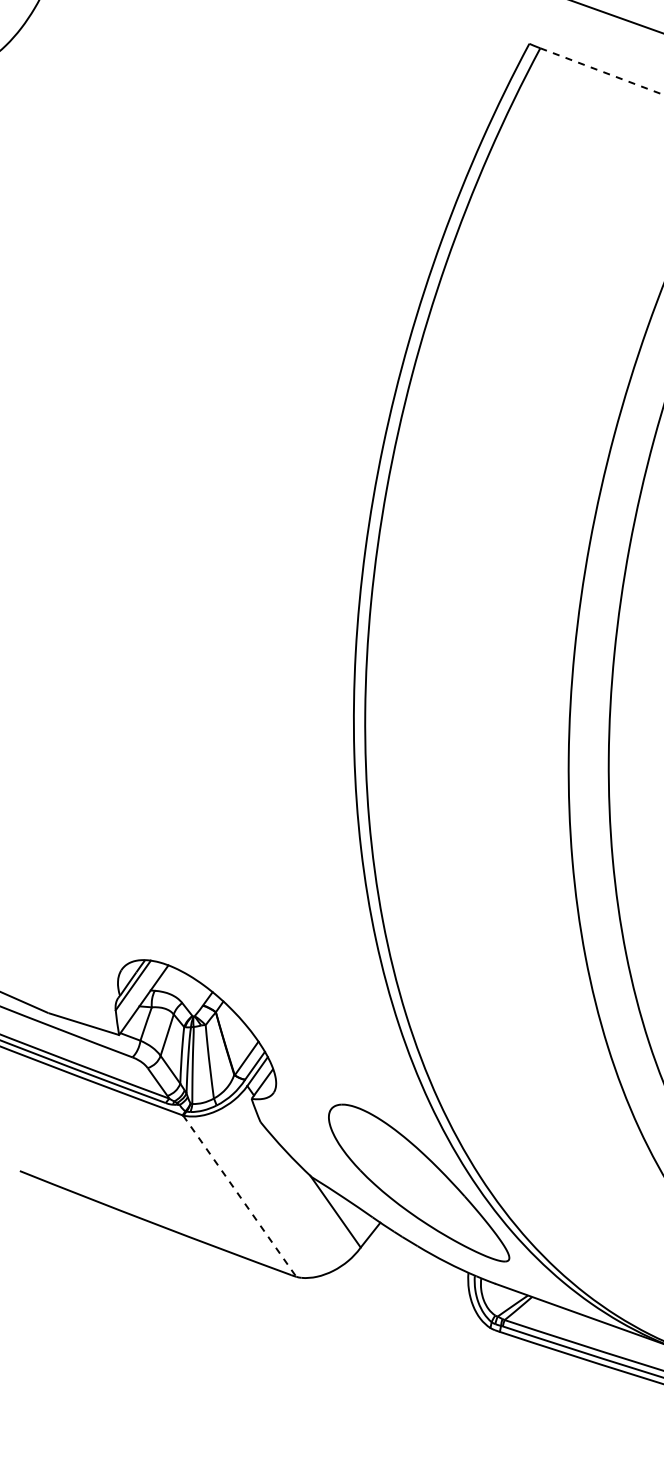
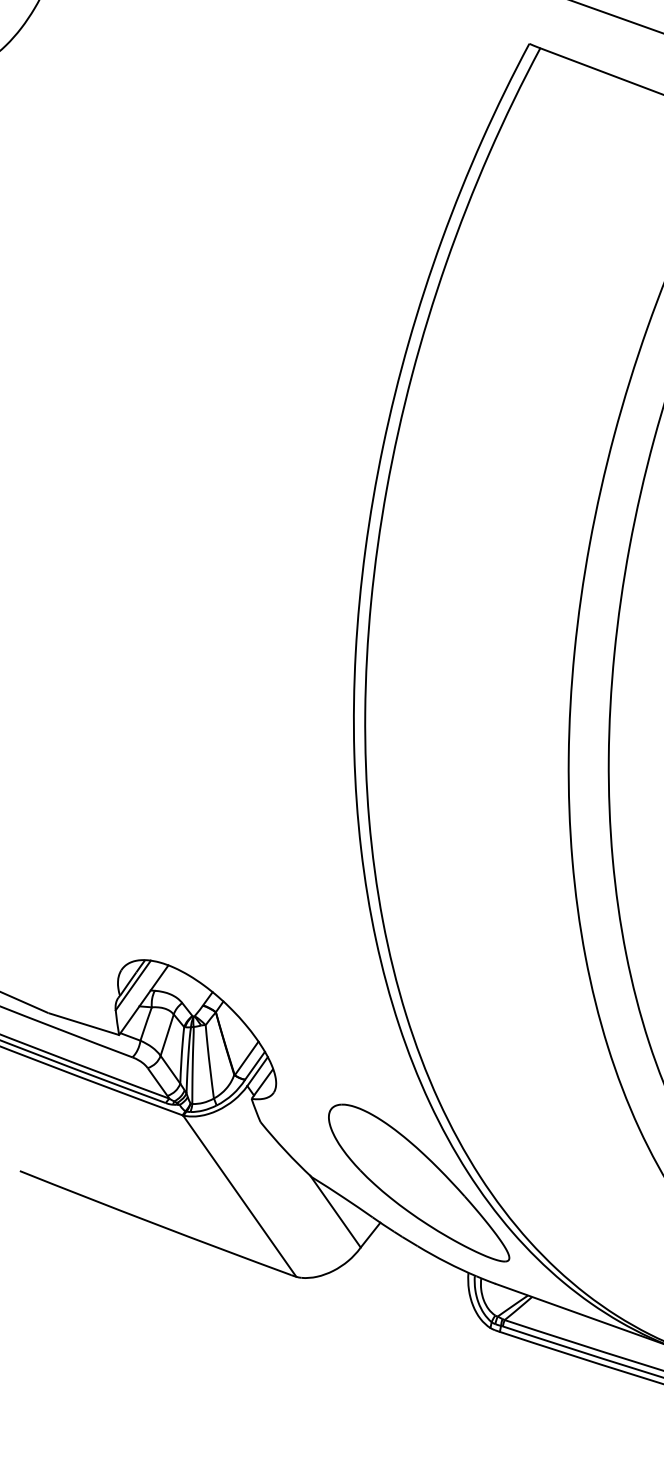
line at (601, 71): dashed -> solid
line at (239, 1196): dashed -> solid
